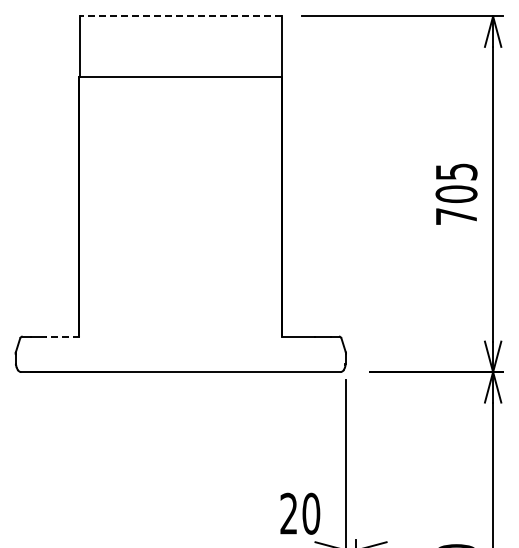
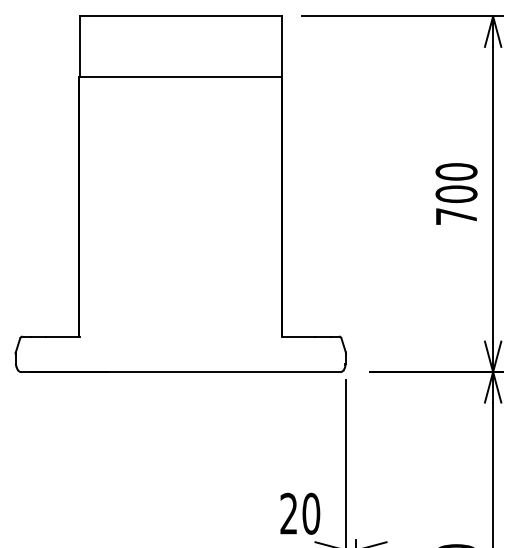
line at (180, 16): dashed -> solid
text at (456, 171): 705 -> 700
line at (62, 336): dashed -> solid
